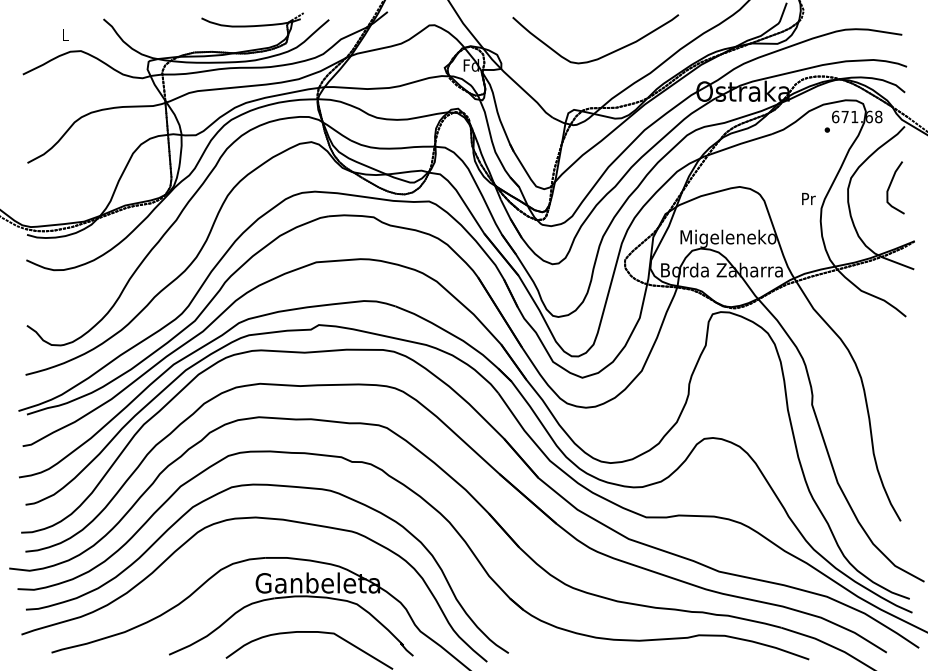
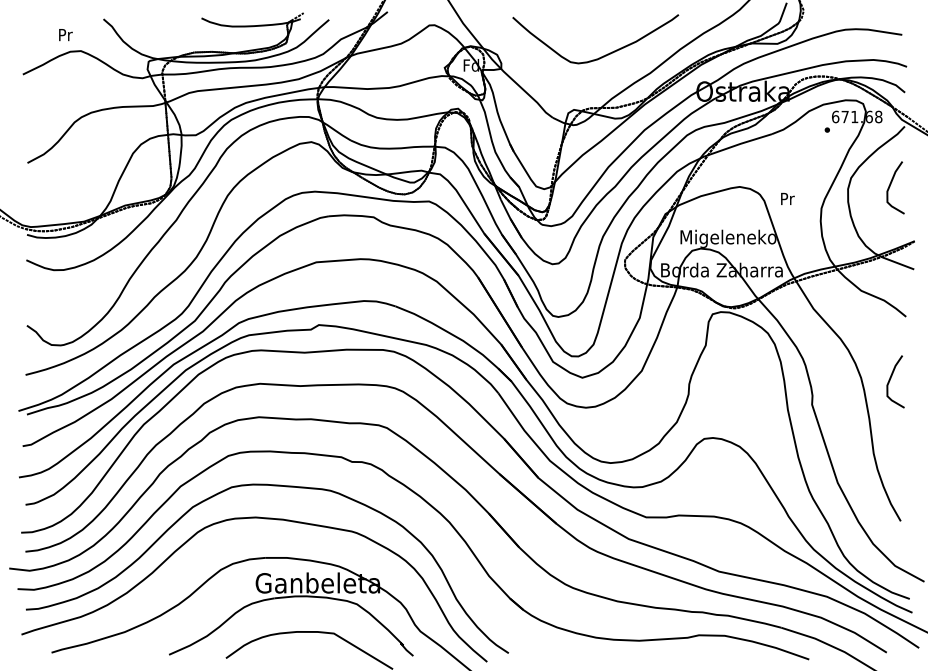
text at (65, 35): L -> Pr
text at (808, 198) position: (808, 198) -> (787, 198)
curve at (891, 378): none -> present
